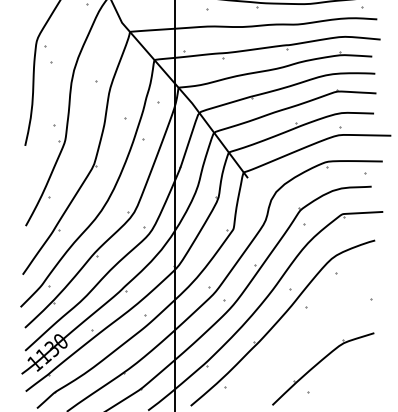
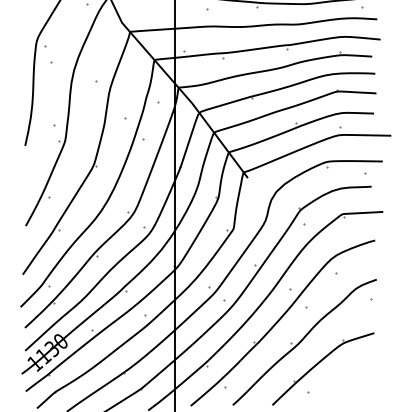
part at (304, 342): none -> present
